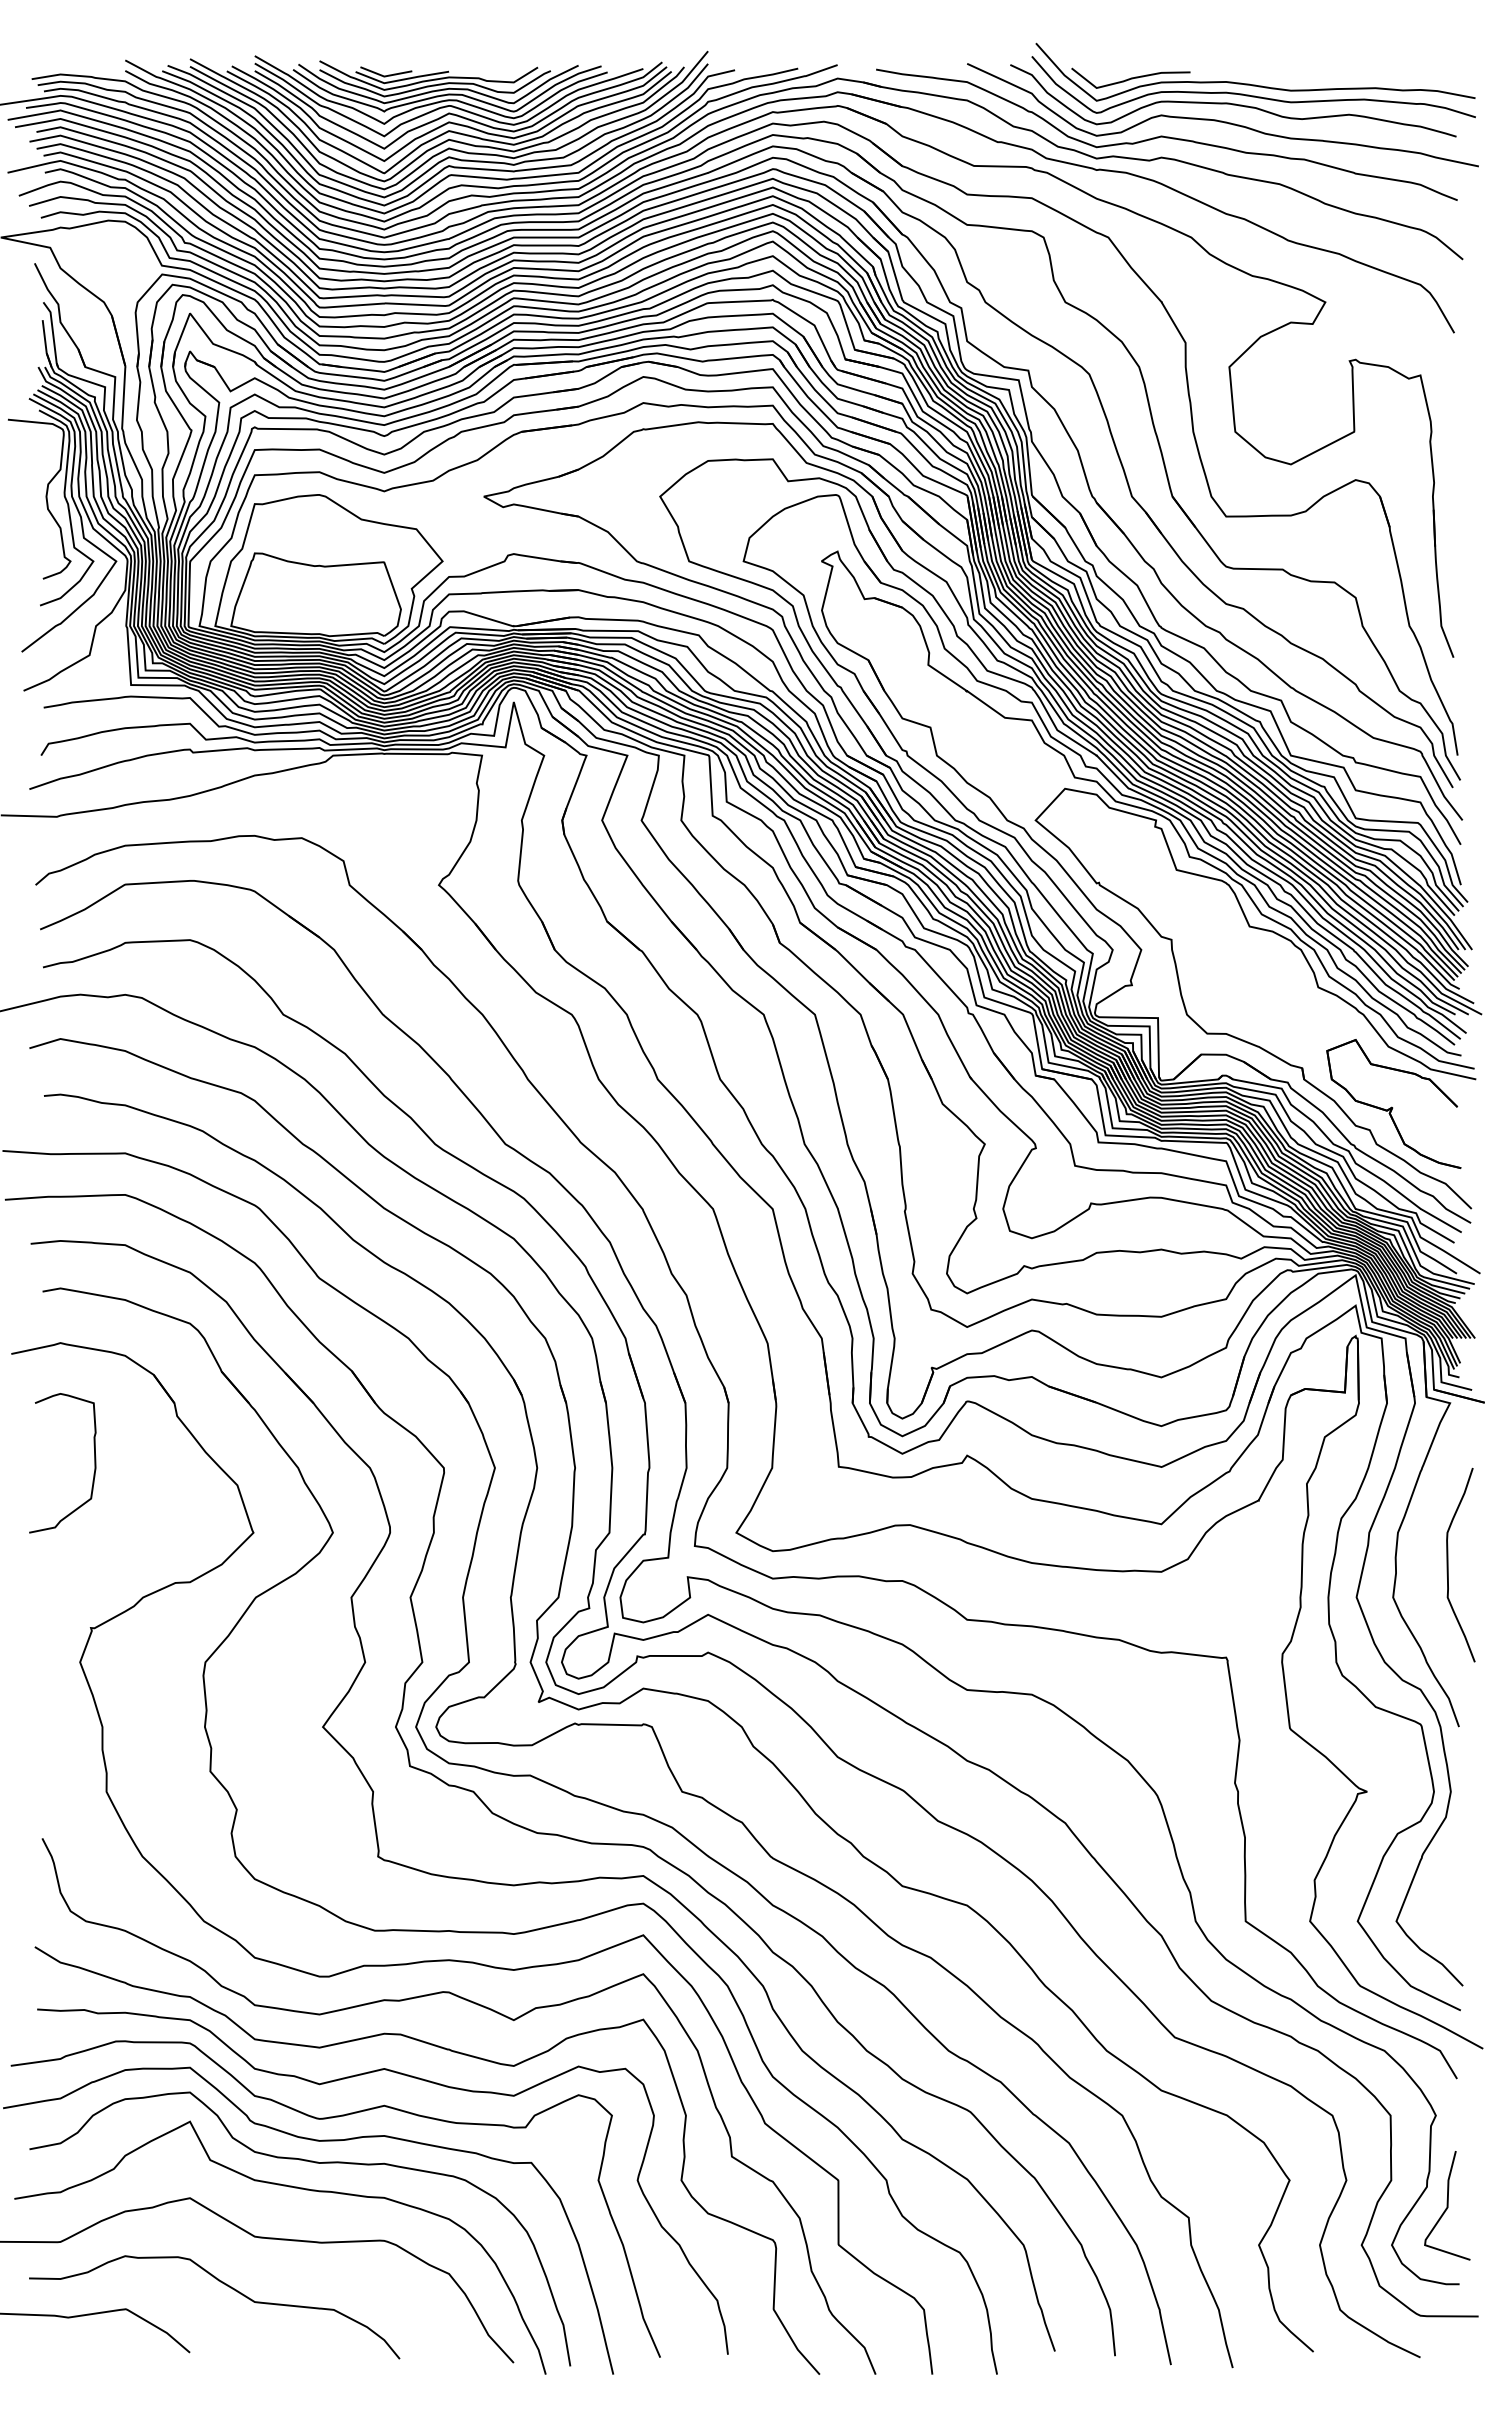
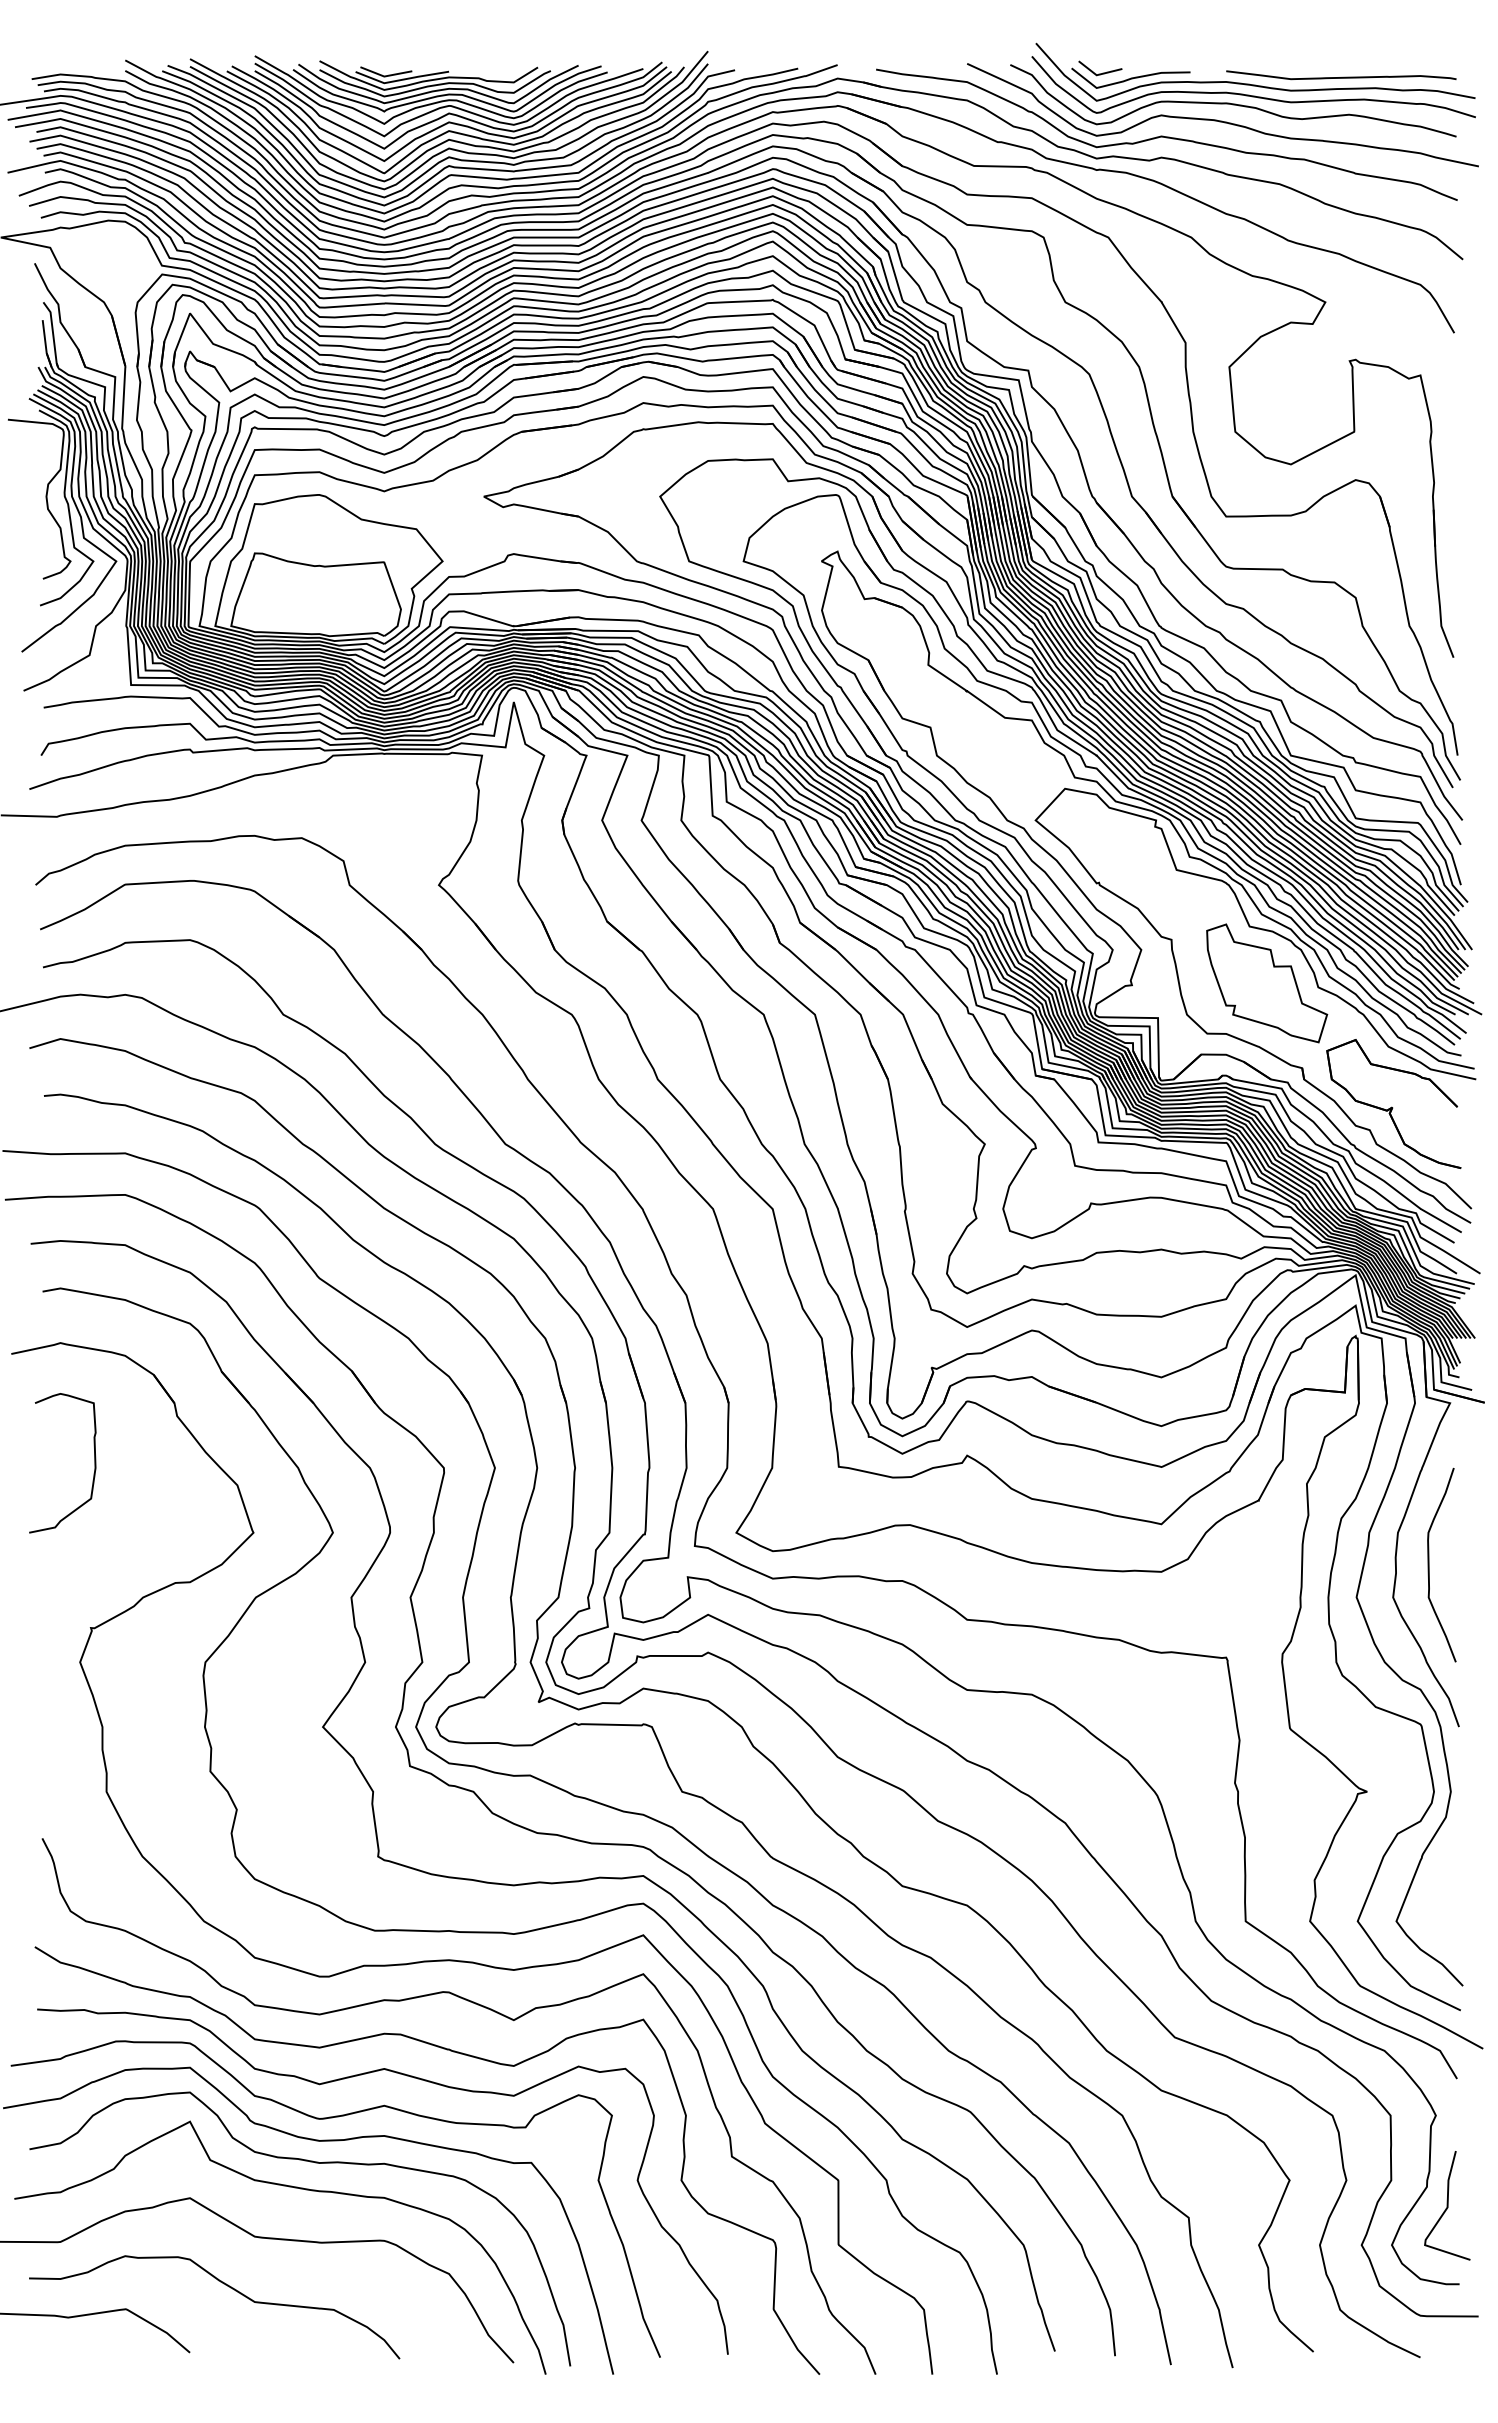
line at (1102, 72): none -> present
curve at (1342, 76): none -> present
part at (1267, 983): none -> present
curve at (1448, 1564) position: (1448, 1564) -> (1429, 1564)
